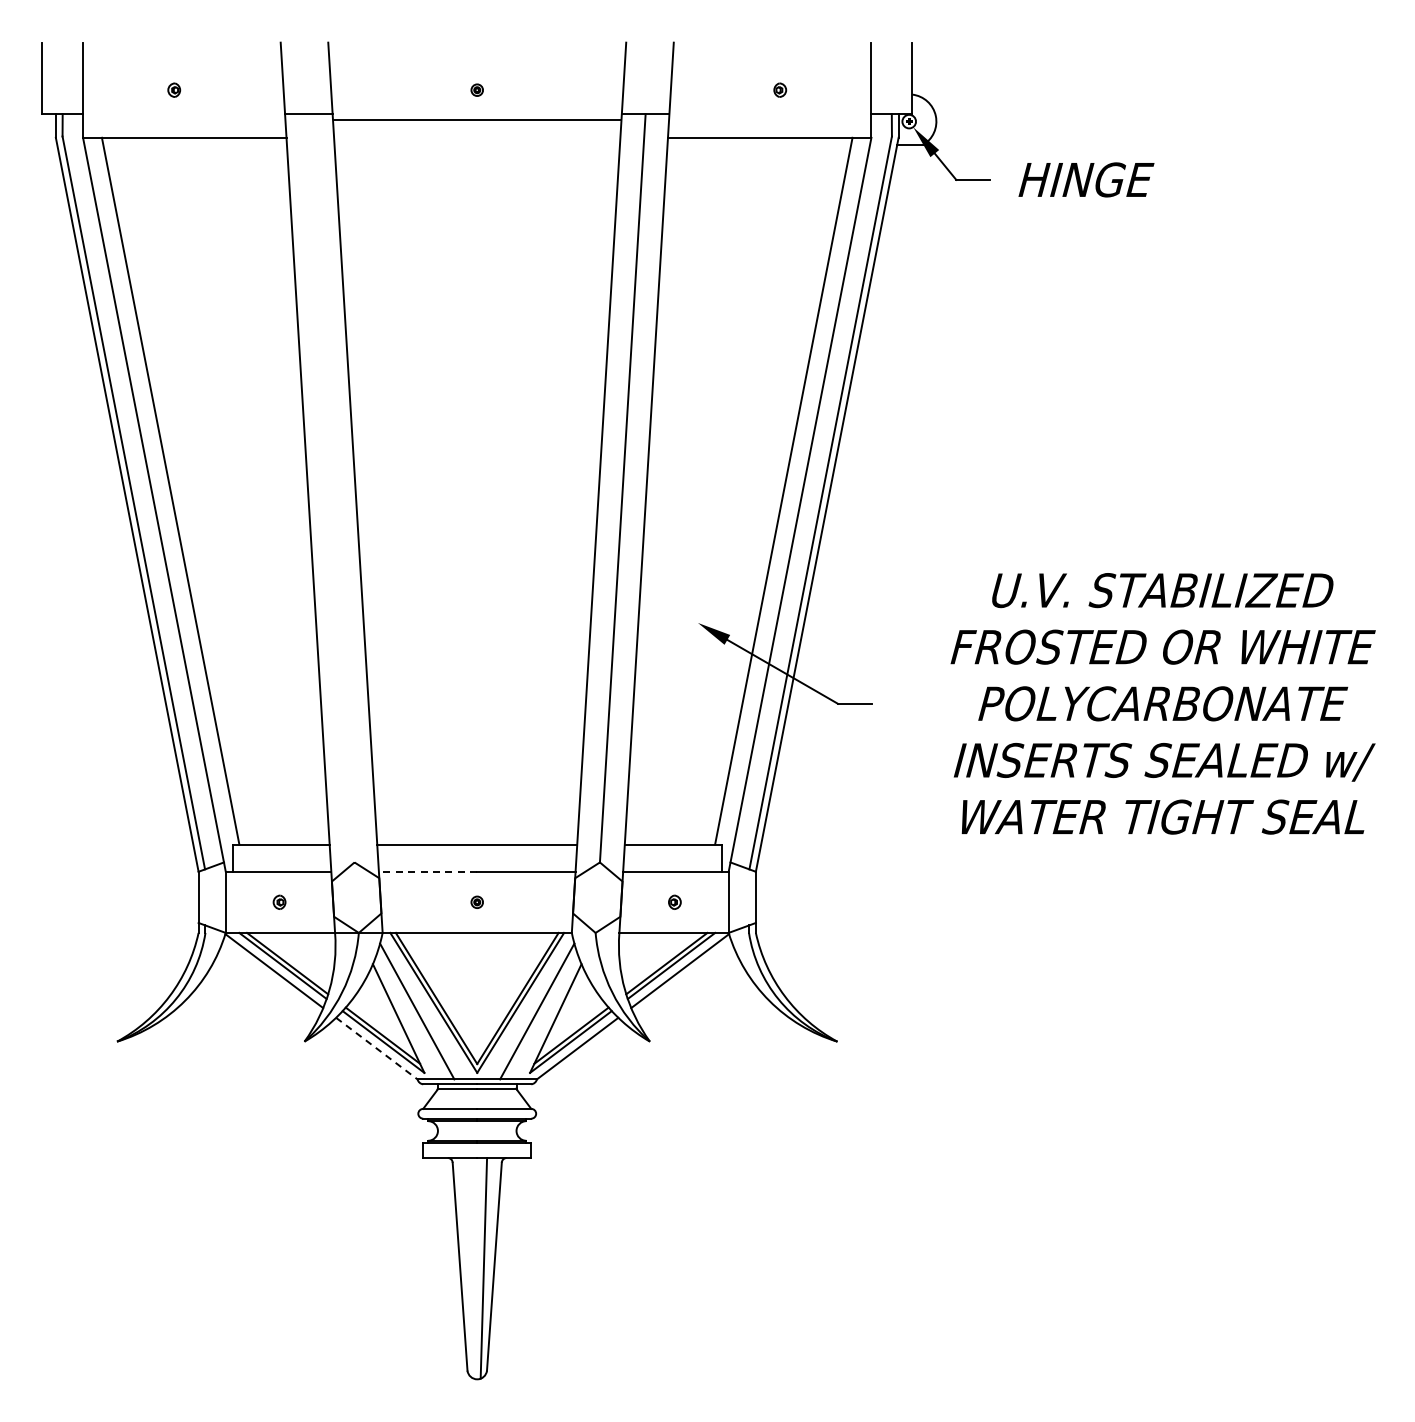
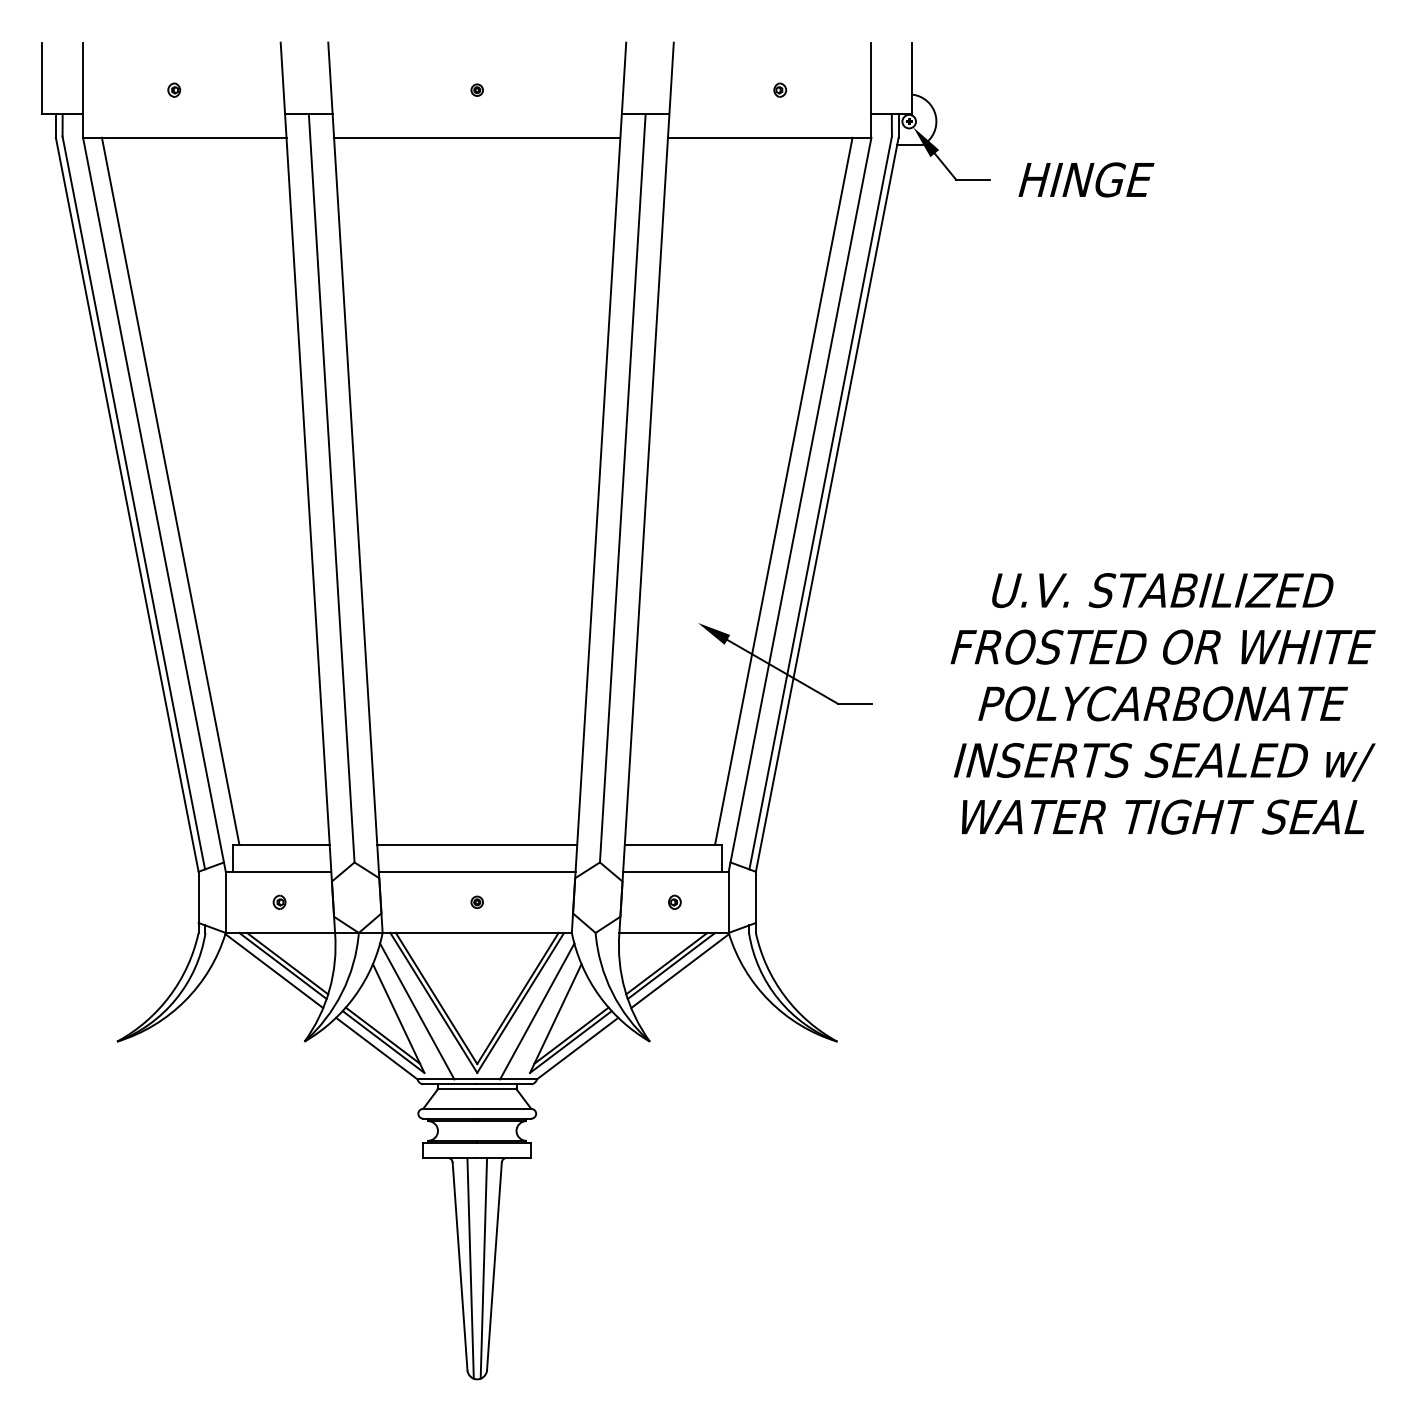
line at (477, 119) position: (477, 119) -> (477, 137)
line at (331, 488): none -> present
line at (427, 871): dashed -> solid
line at (377, 1048): dashed -> solid
line at (470, 1267): none -> present
